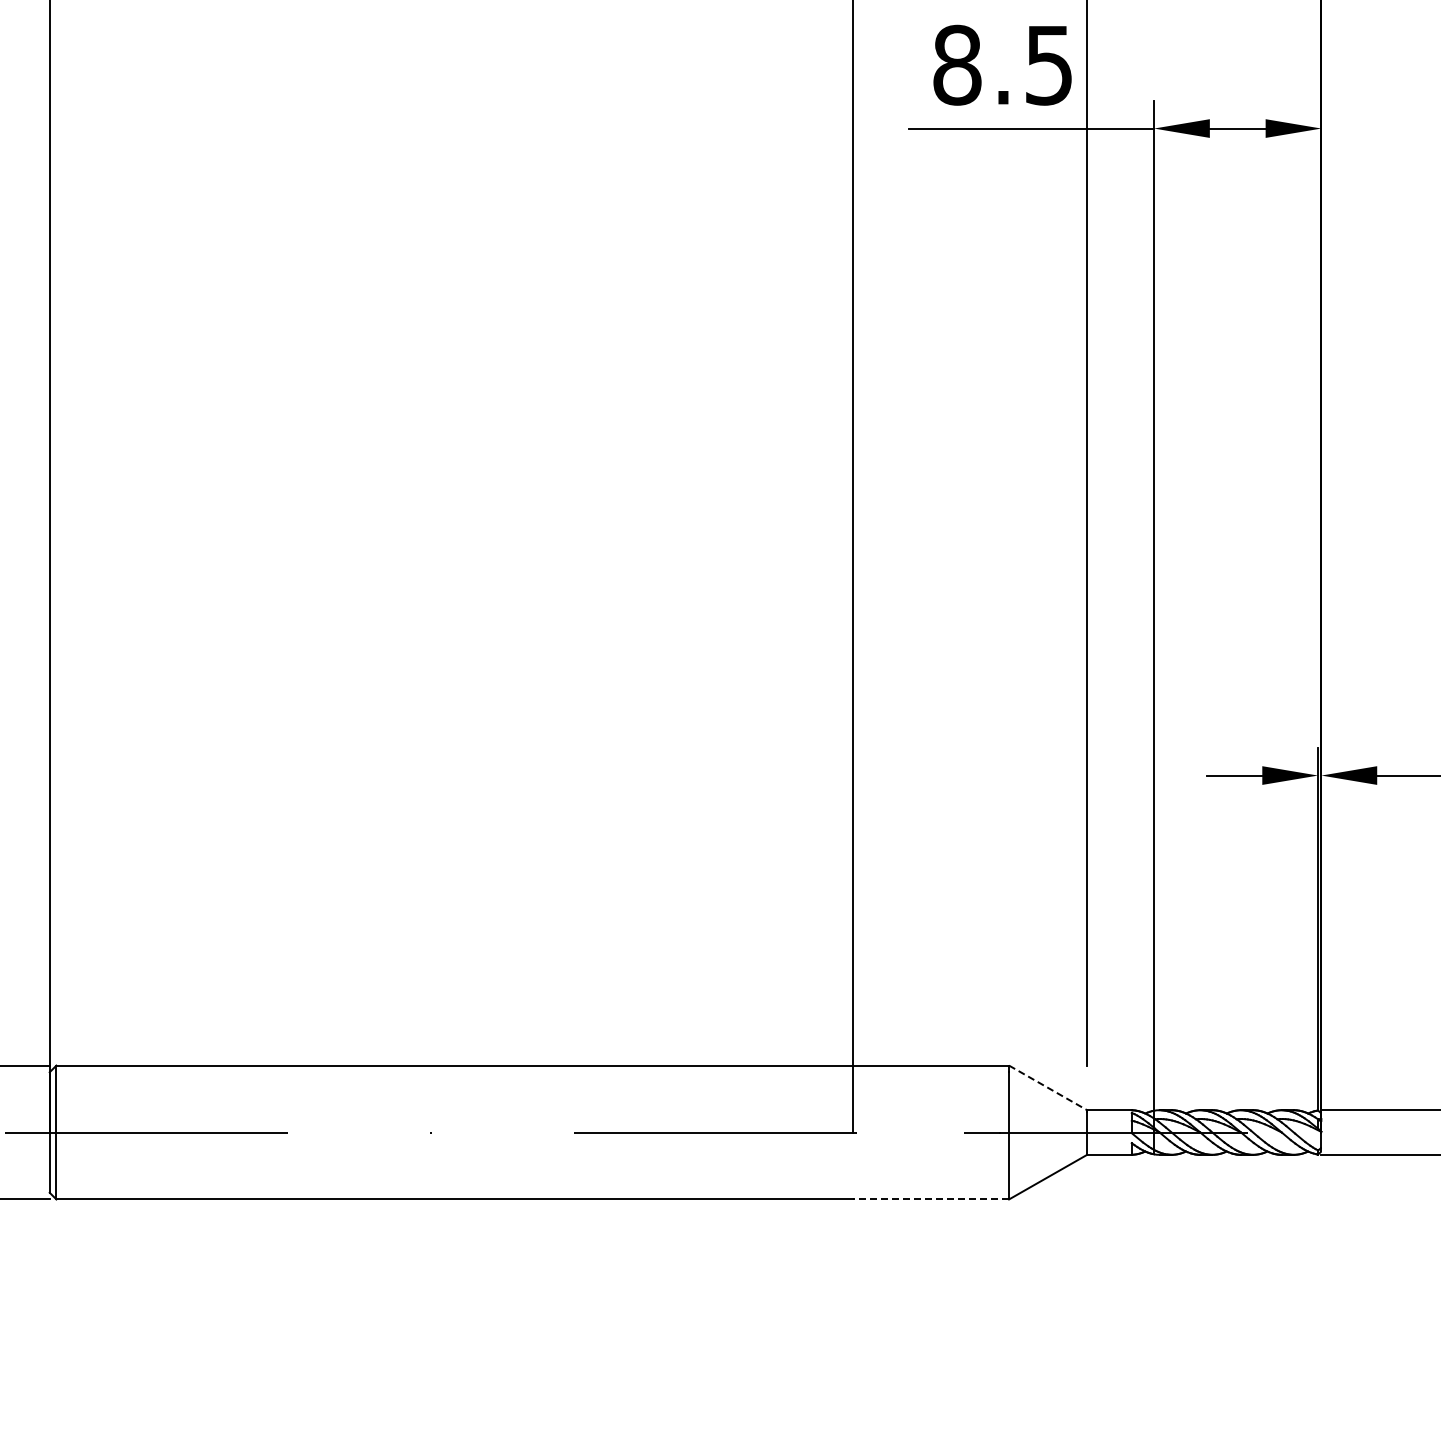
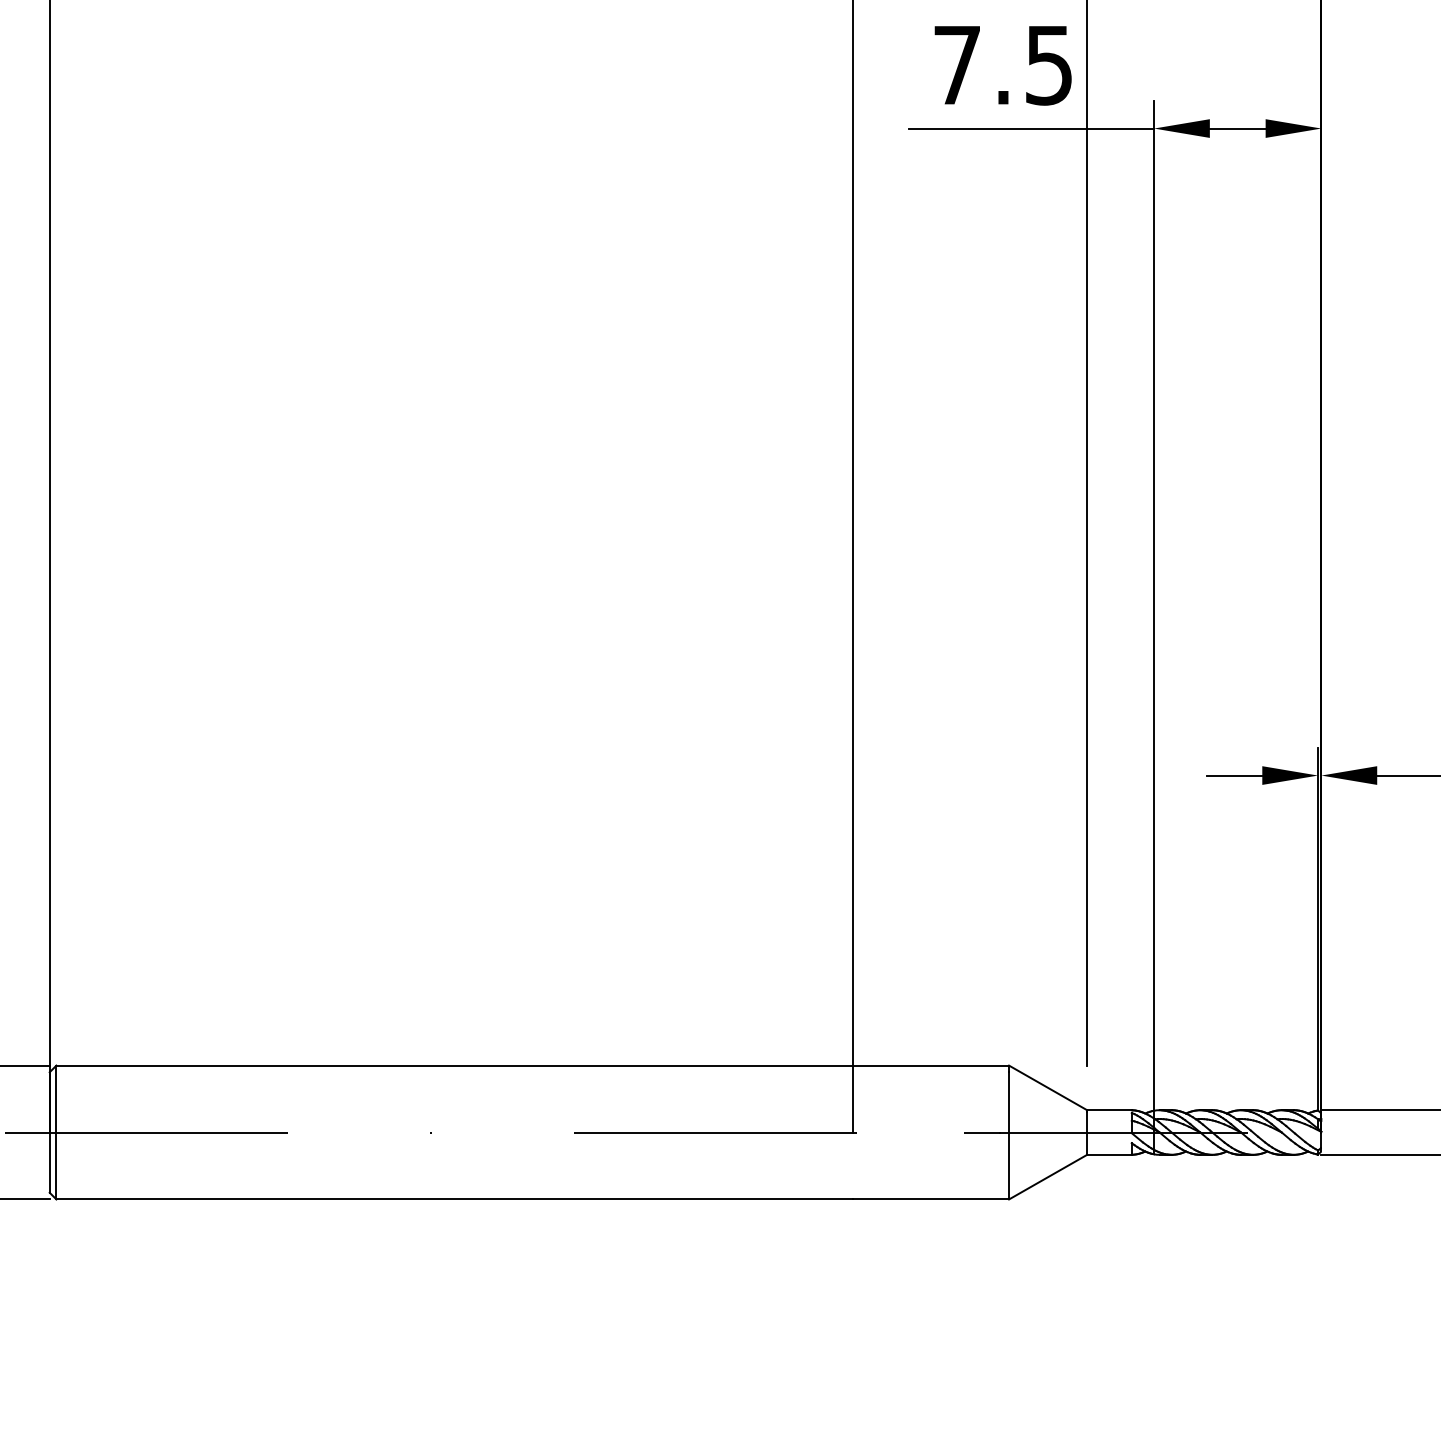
text at (957, 64): 8.5 -> 7.5
line at (1048, 1087): dashed -> solid
line at (930, 1199): dashed -> solid
